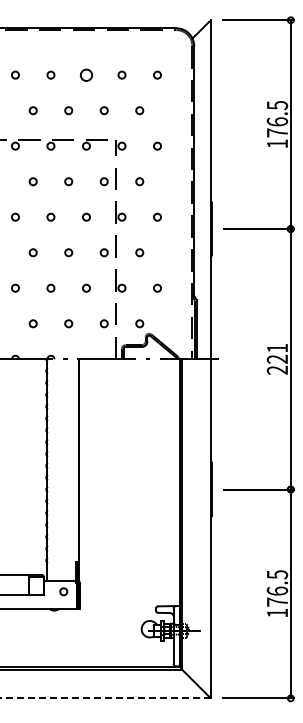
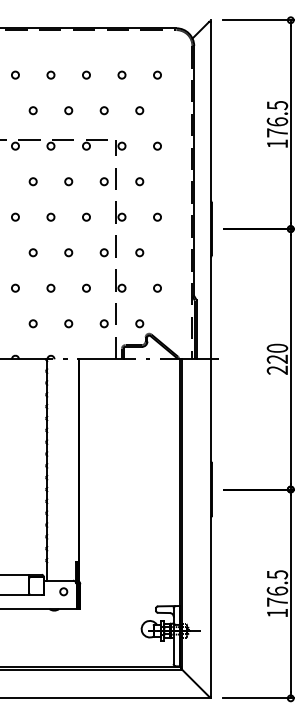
circle at (85, 74) size: 14x14 px -> 9x10 px
text at (277, 347): 221 -> 220
line at (105, 698): dashed -> solid
